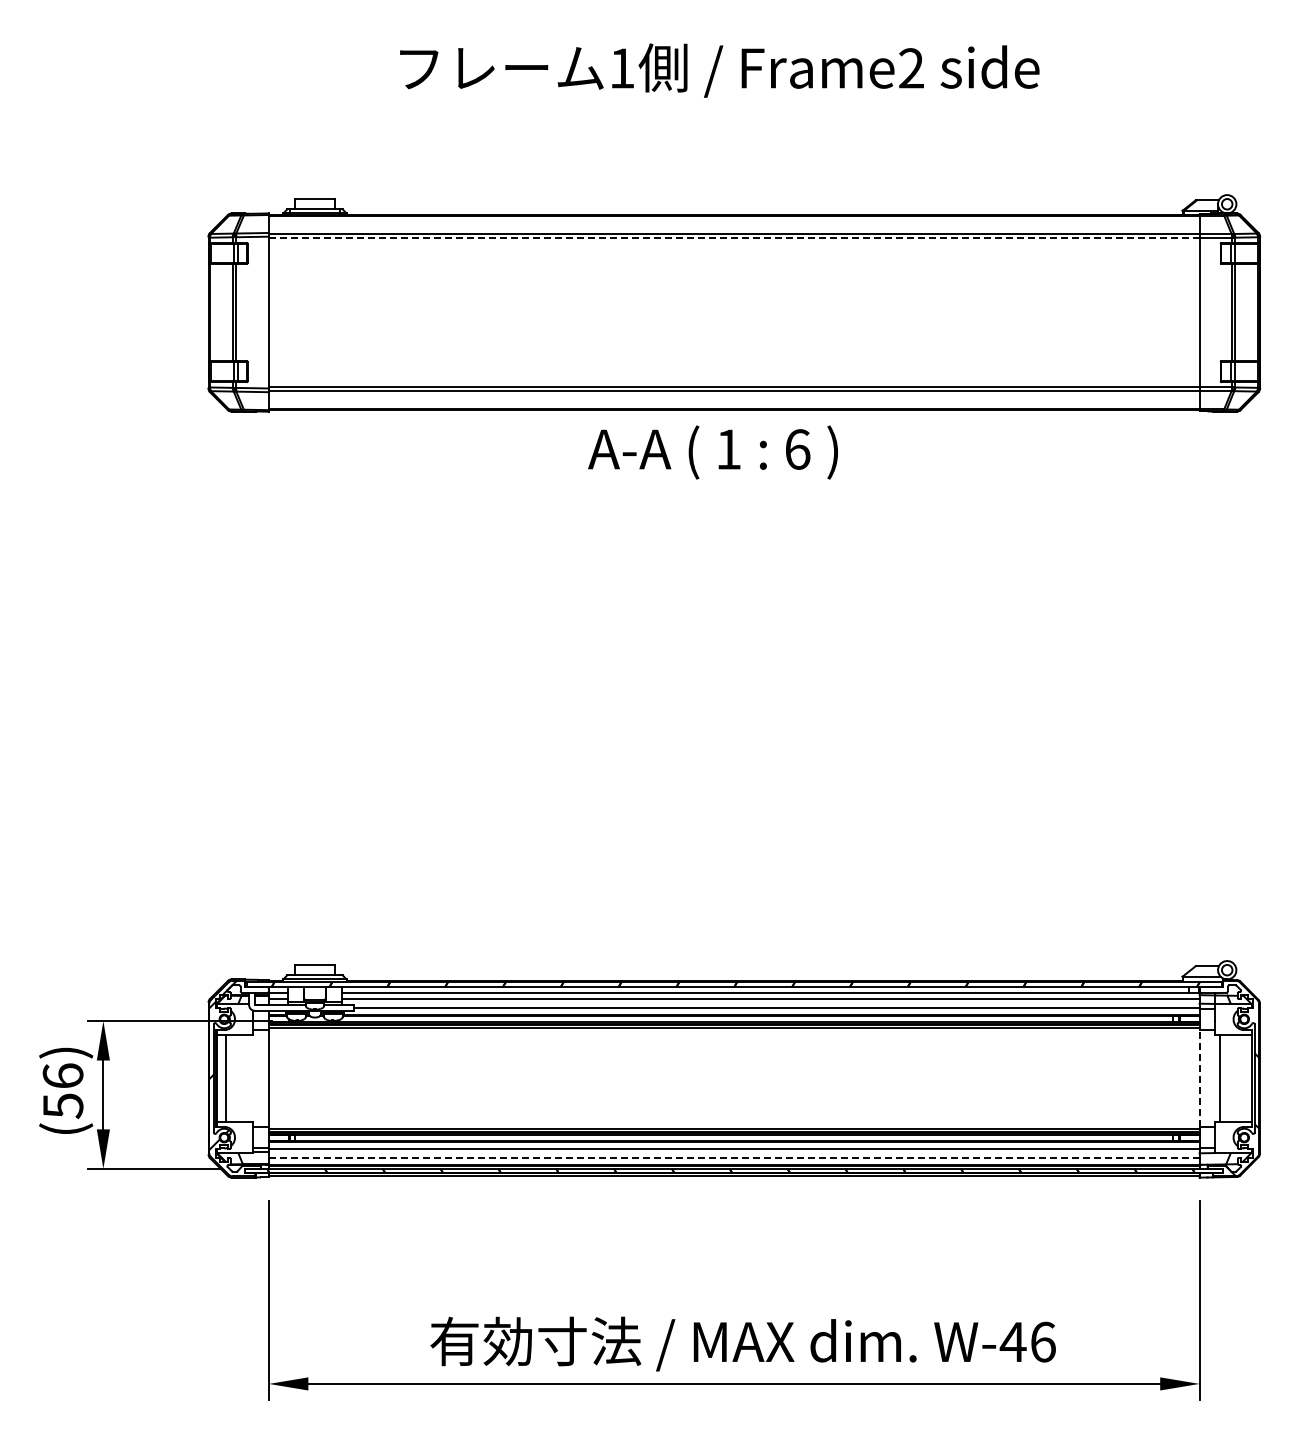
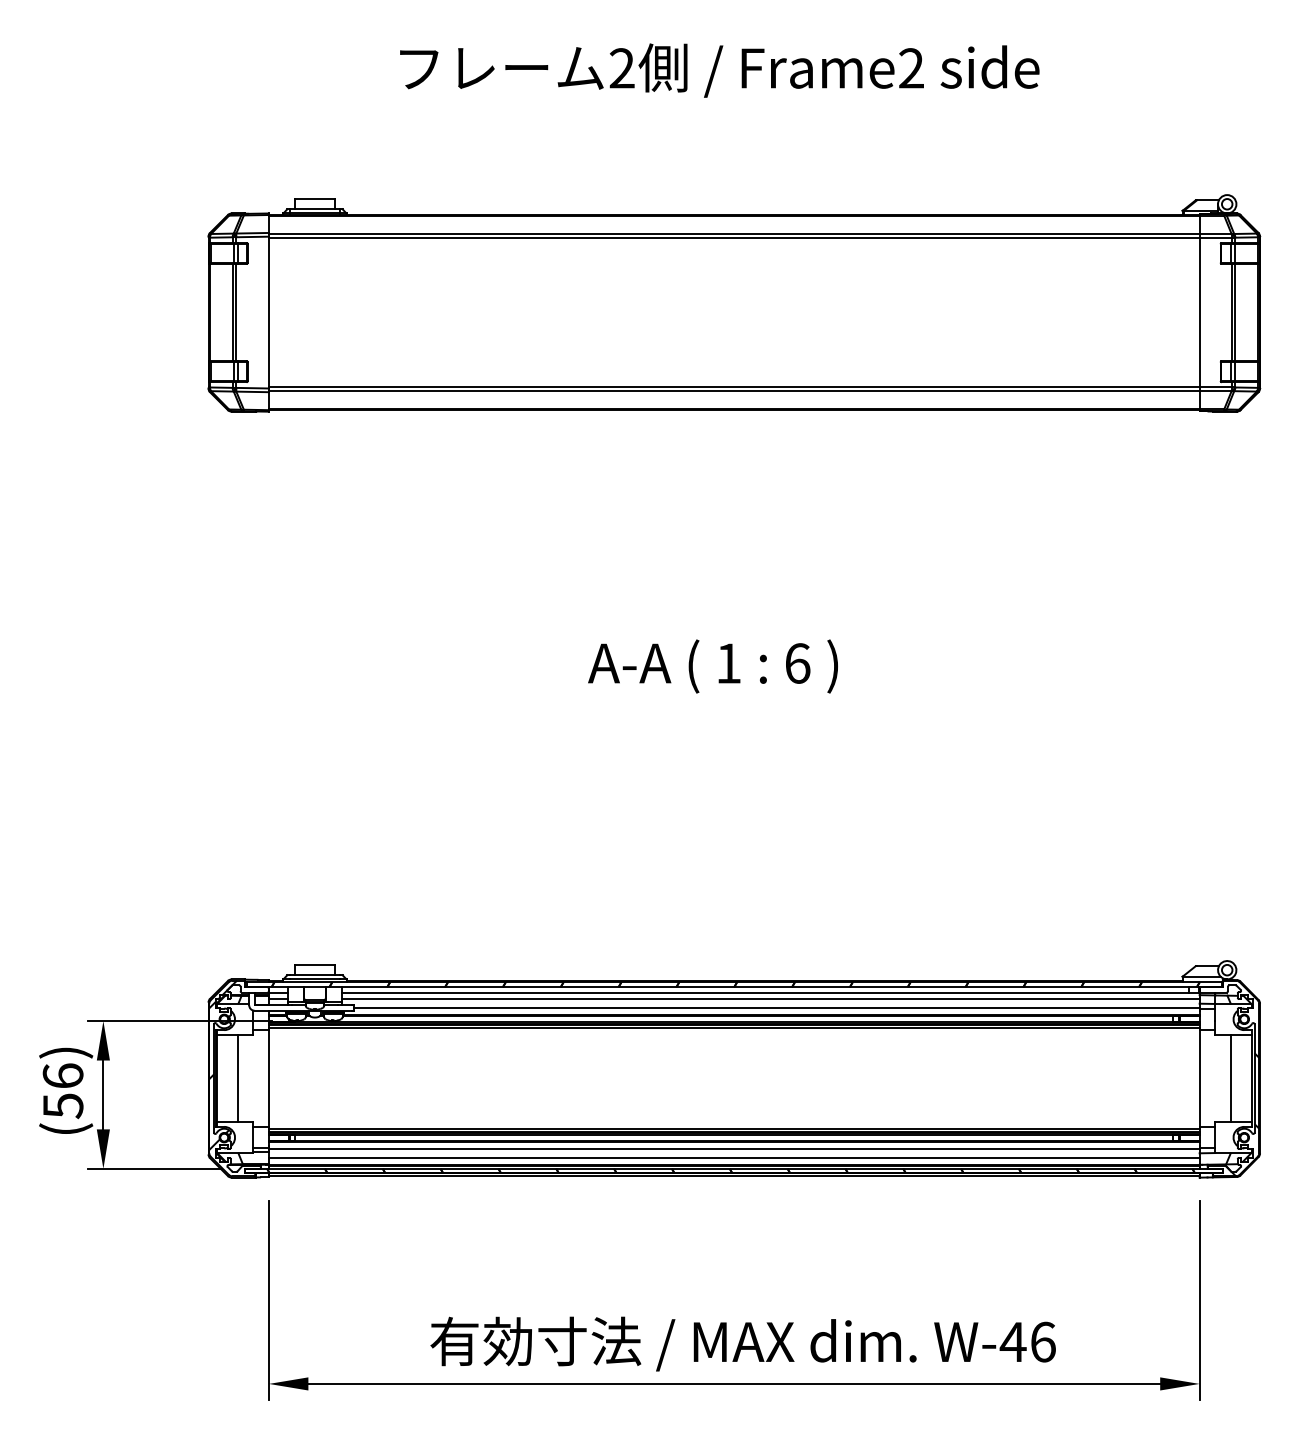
text at (621, 68): 1 -> 2
line at (734, 238): dashed -> solid
text at (712, 452) position: (712, 452) -> (712, 666)
line at (226, 1078) position: (226, 1078) -> (238, 1078)
line at (1199, 1078): dashed -> solid
line at (1220, 1078) position: (1220, 1078) -> (1231, 1078)
line at (733, 1157): dashed -> solid
